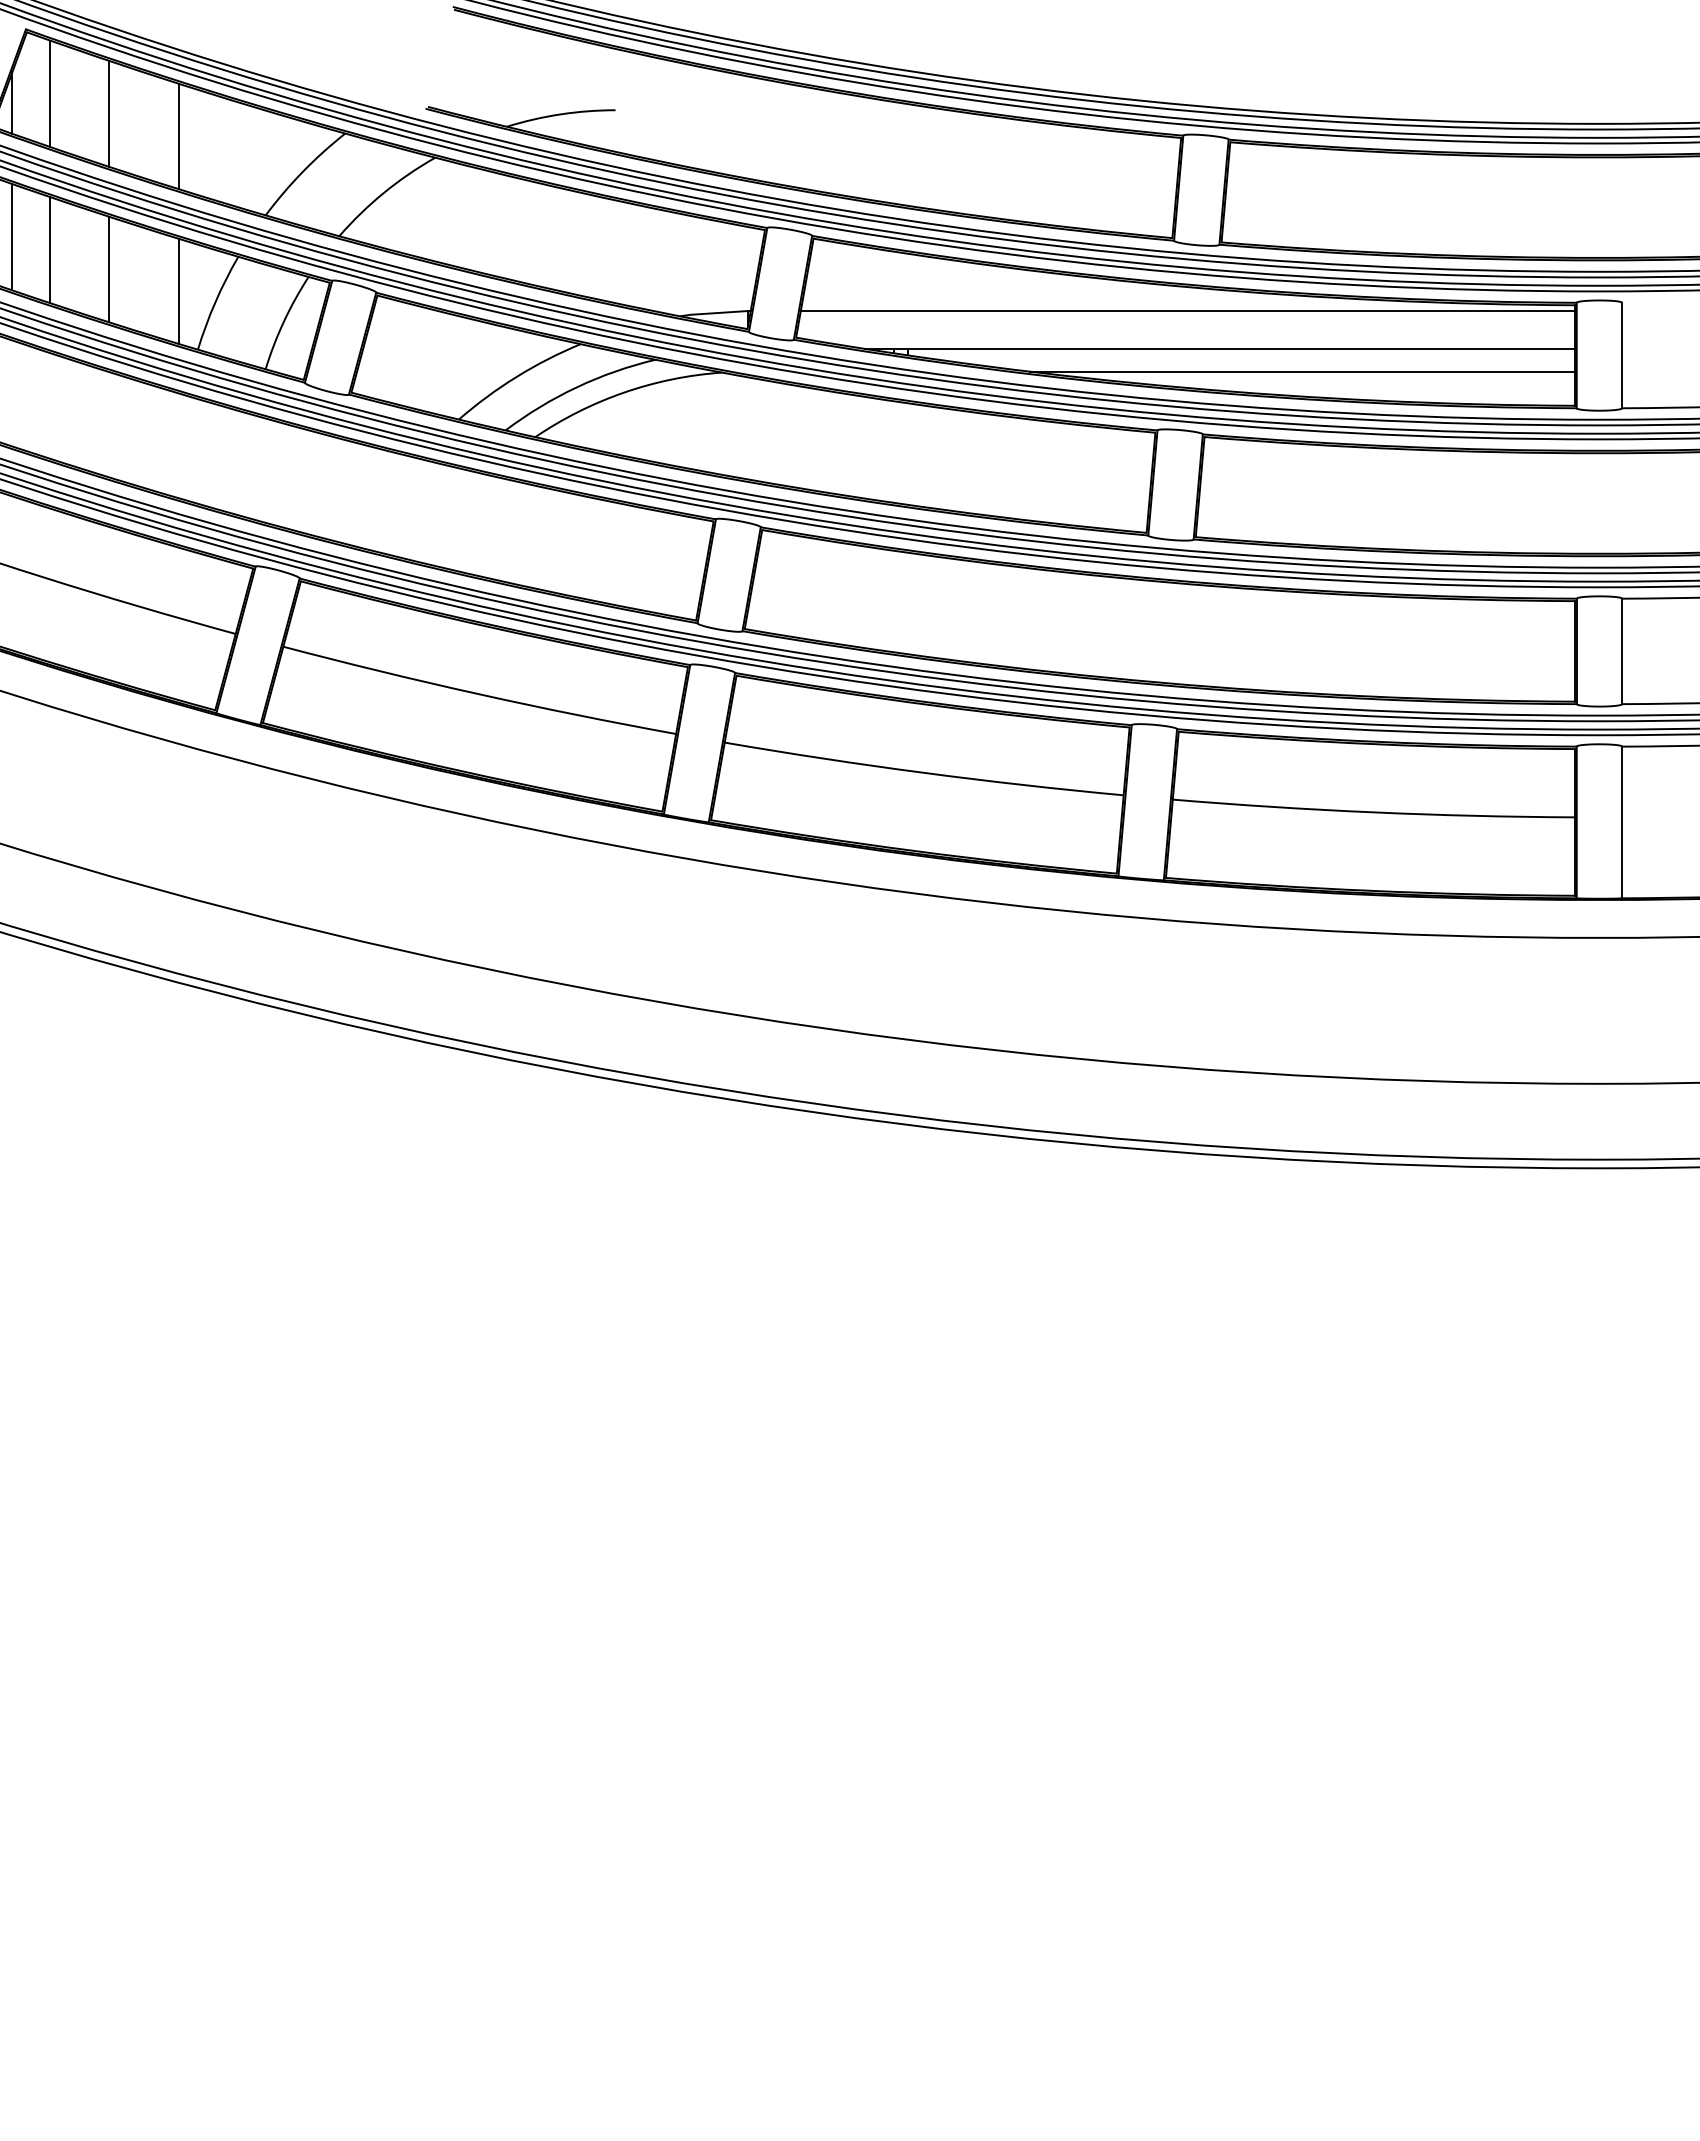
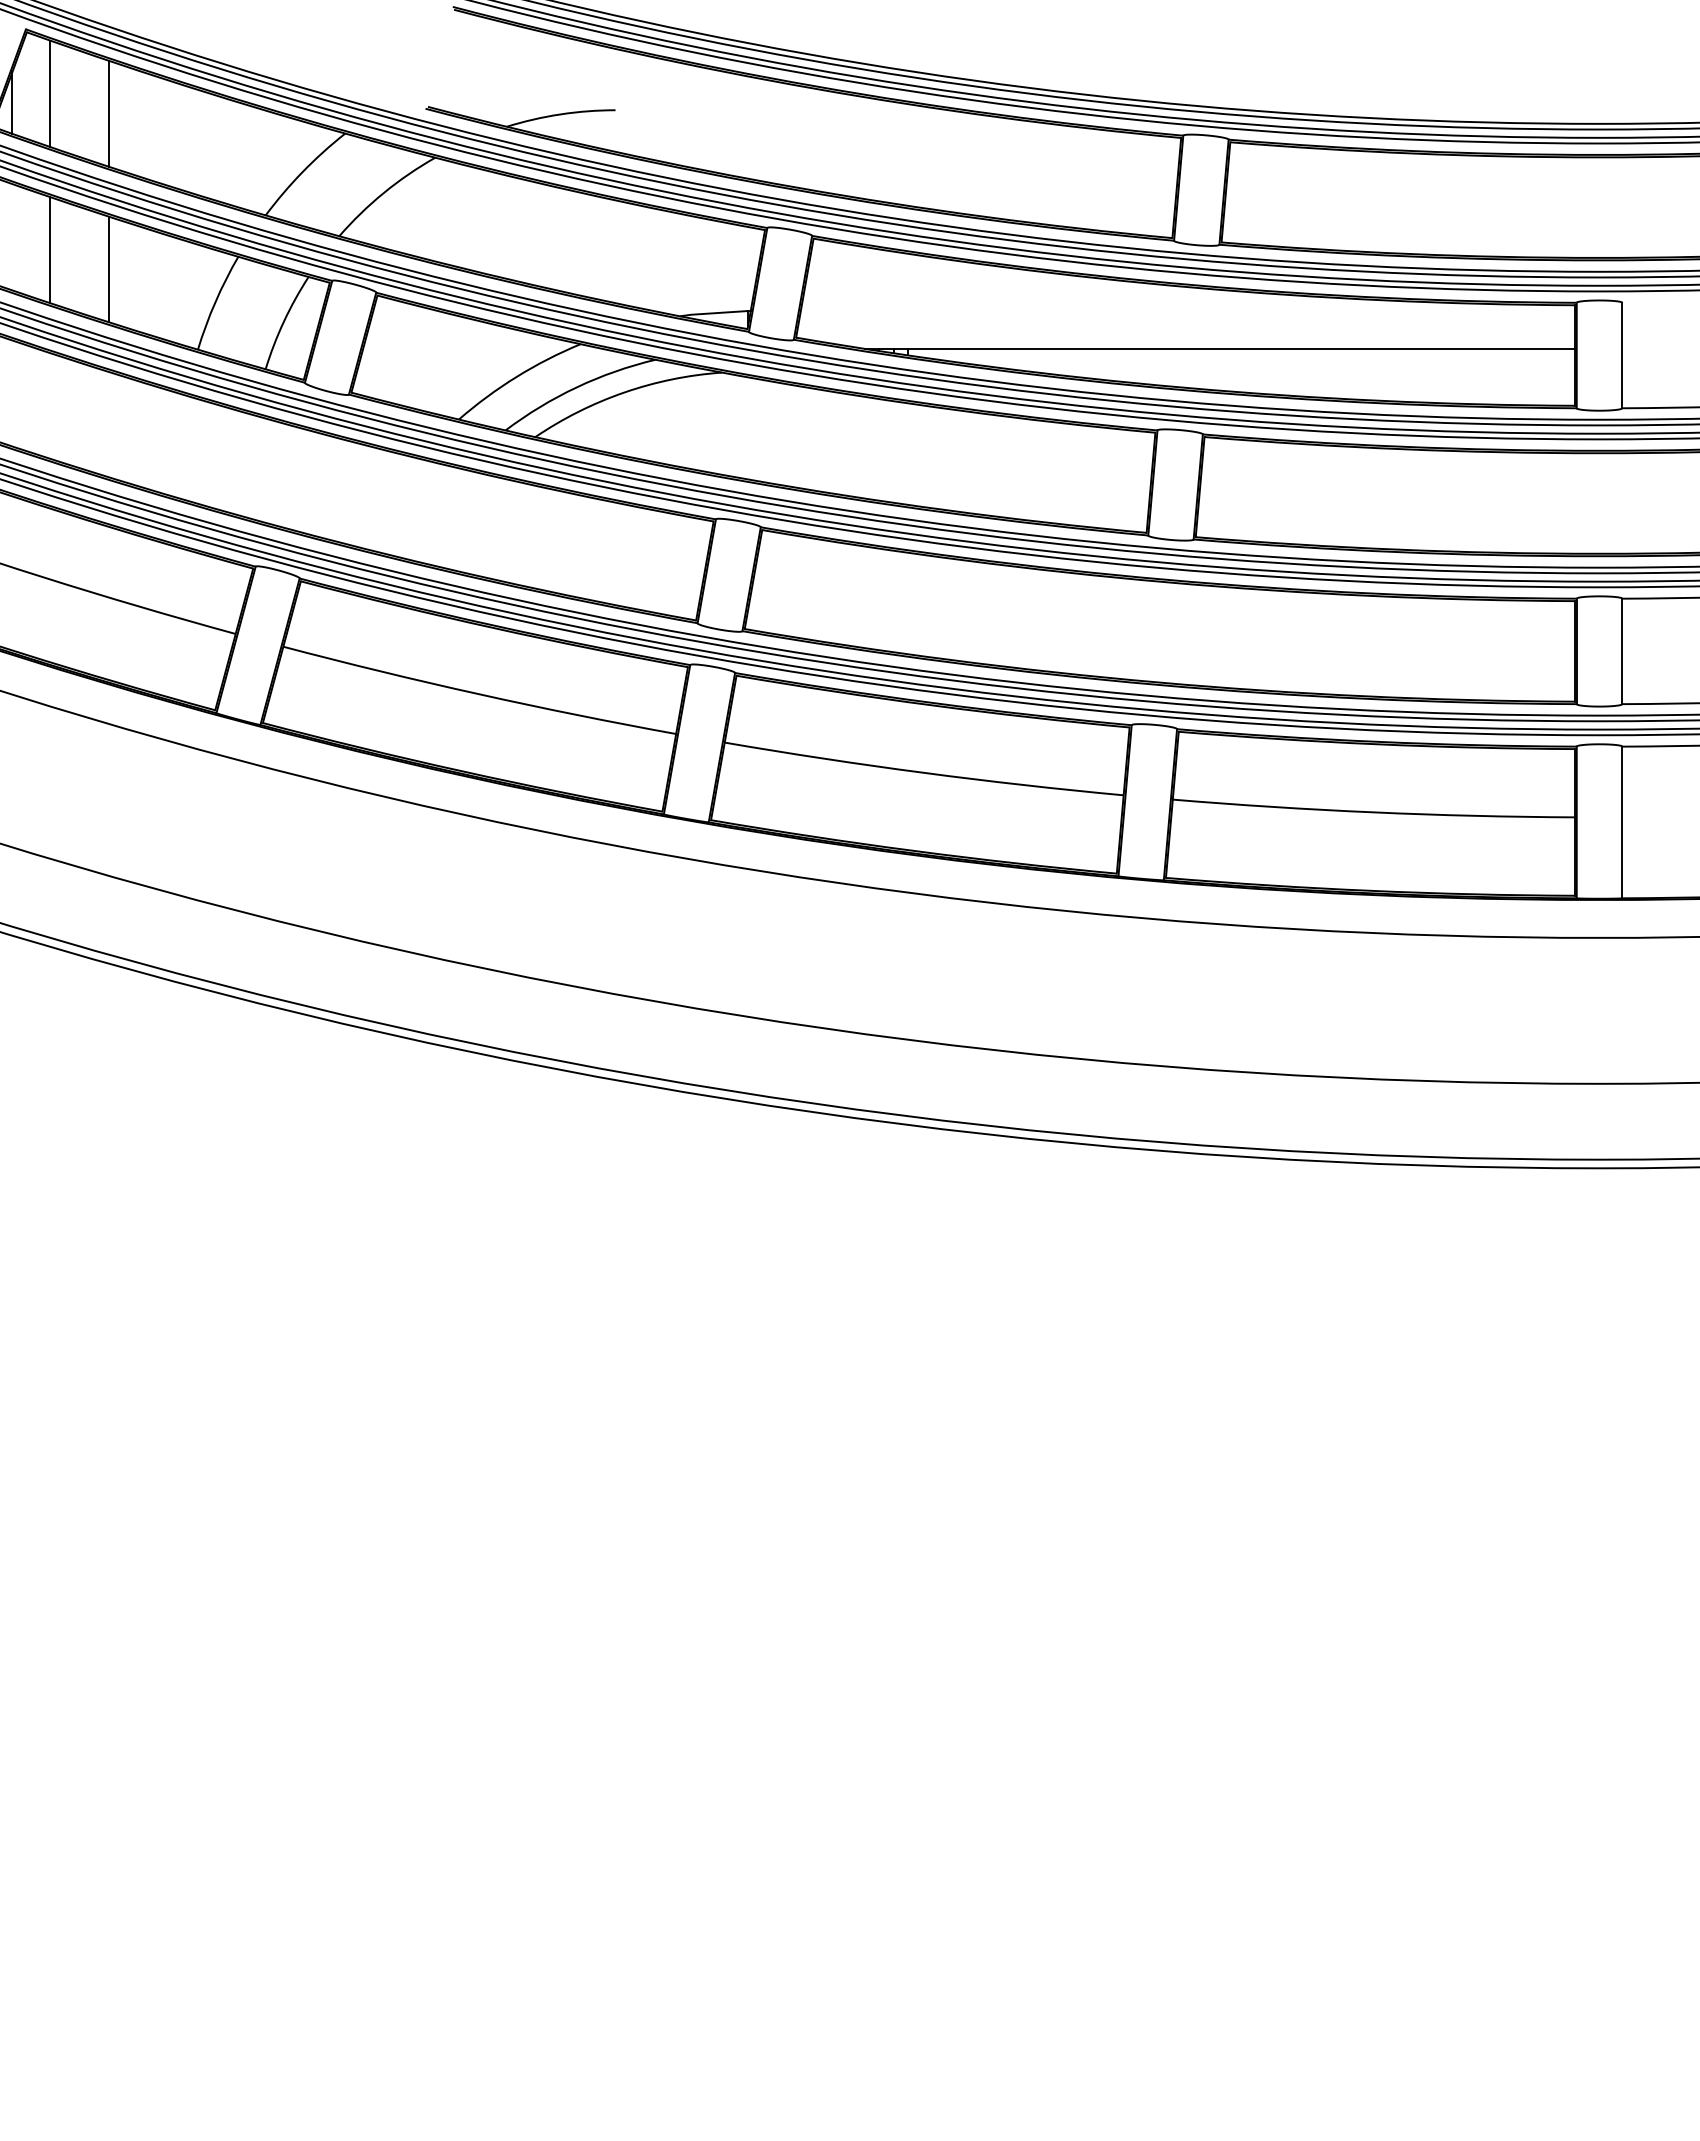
line at (179, 136): present -> none
line at (12, 237): present -> none
line at (179, 291): present -> none
line at (1187, 311): present -> none
line at (1301, 371): present -> none
